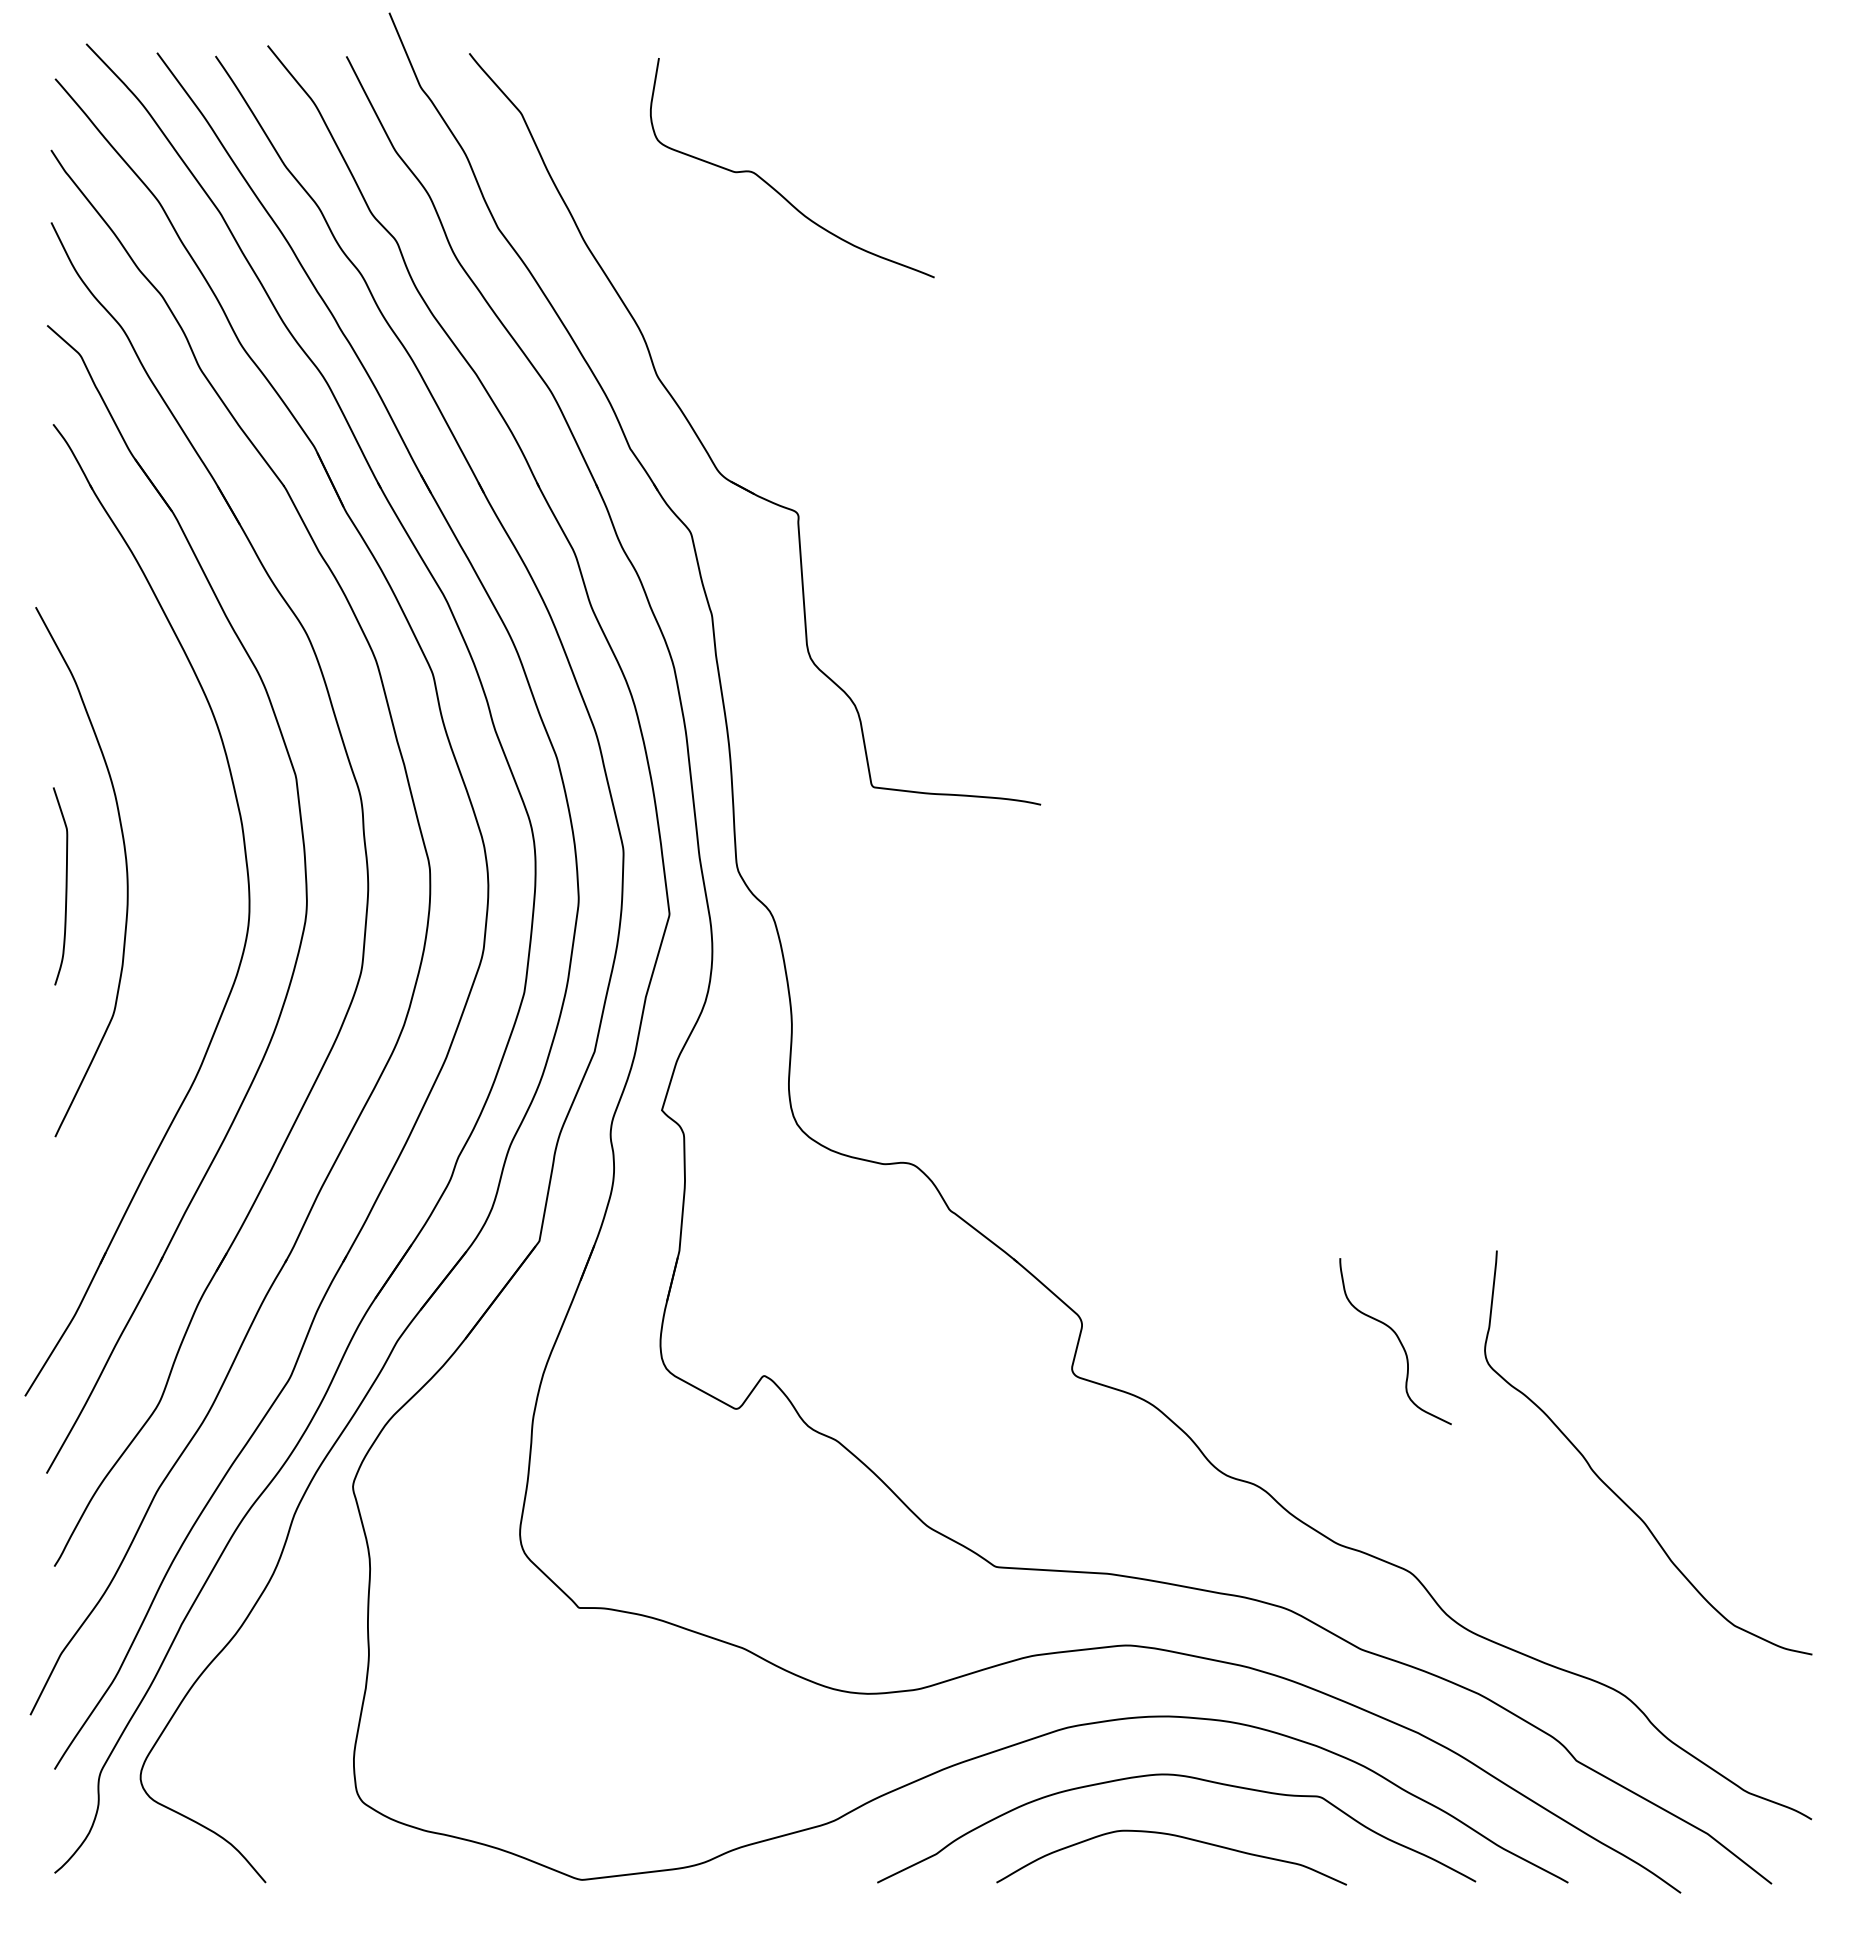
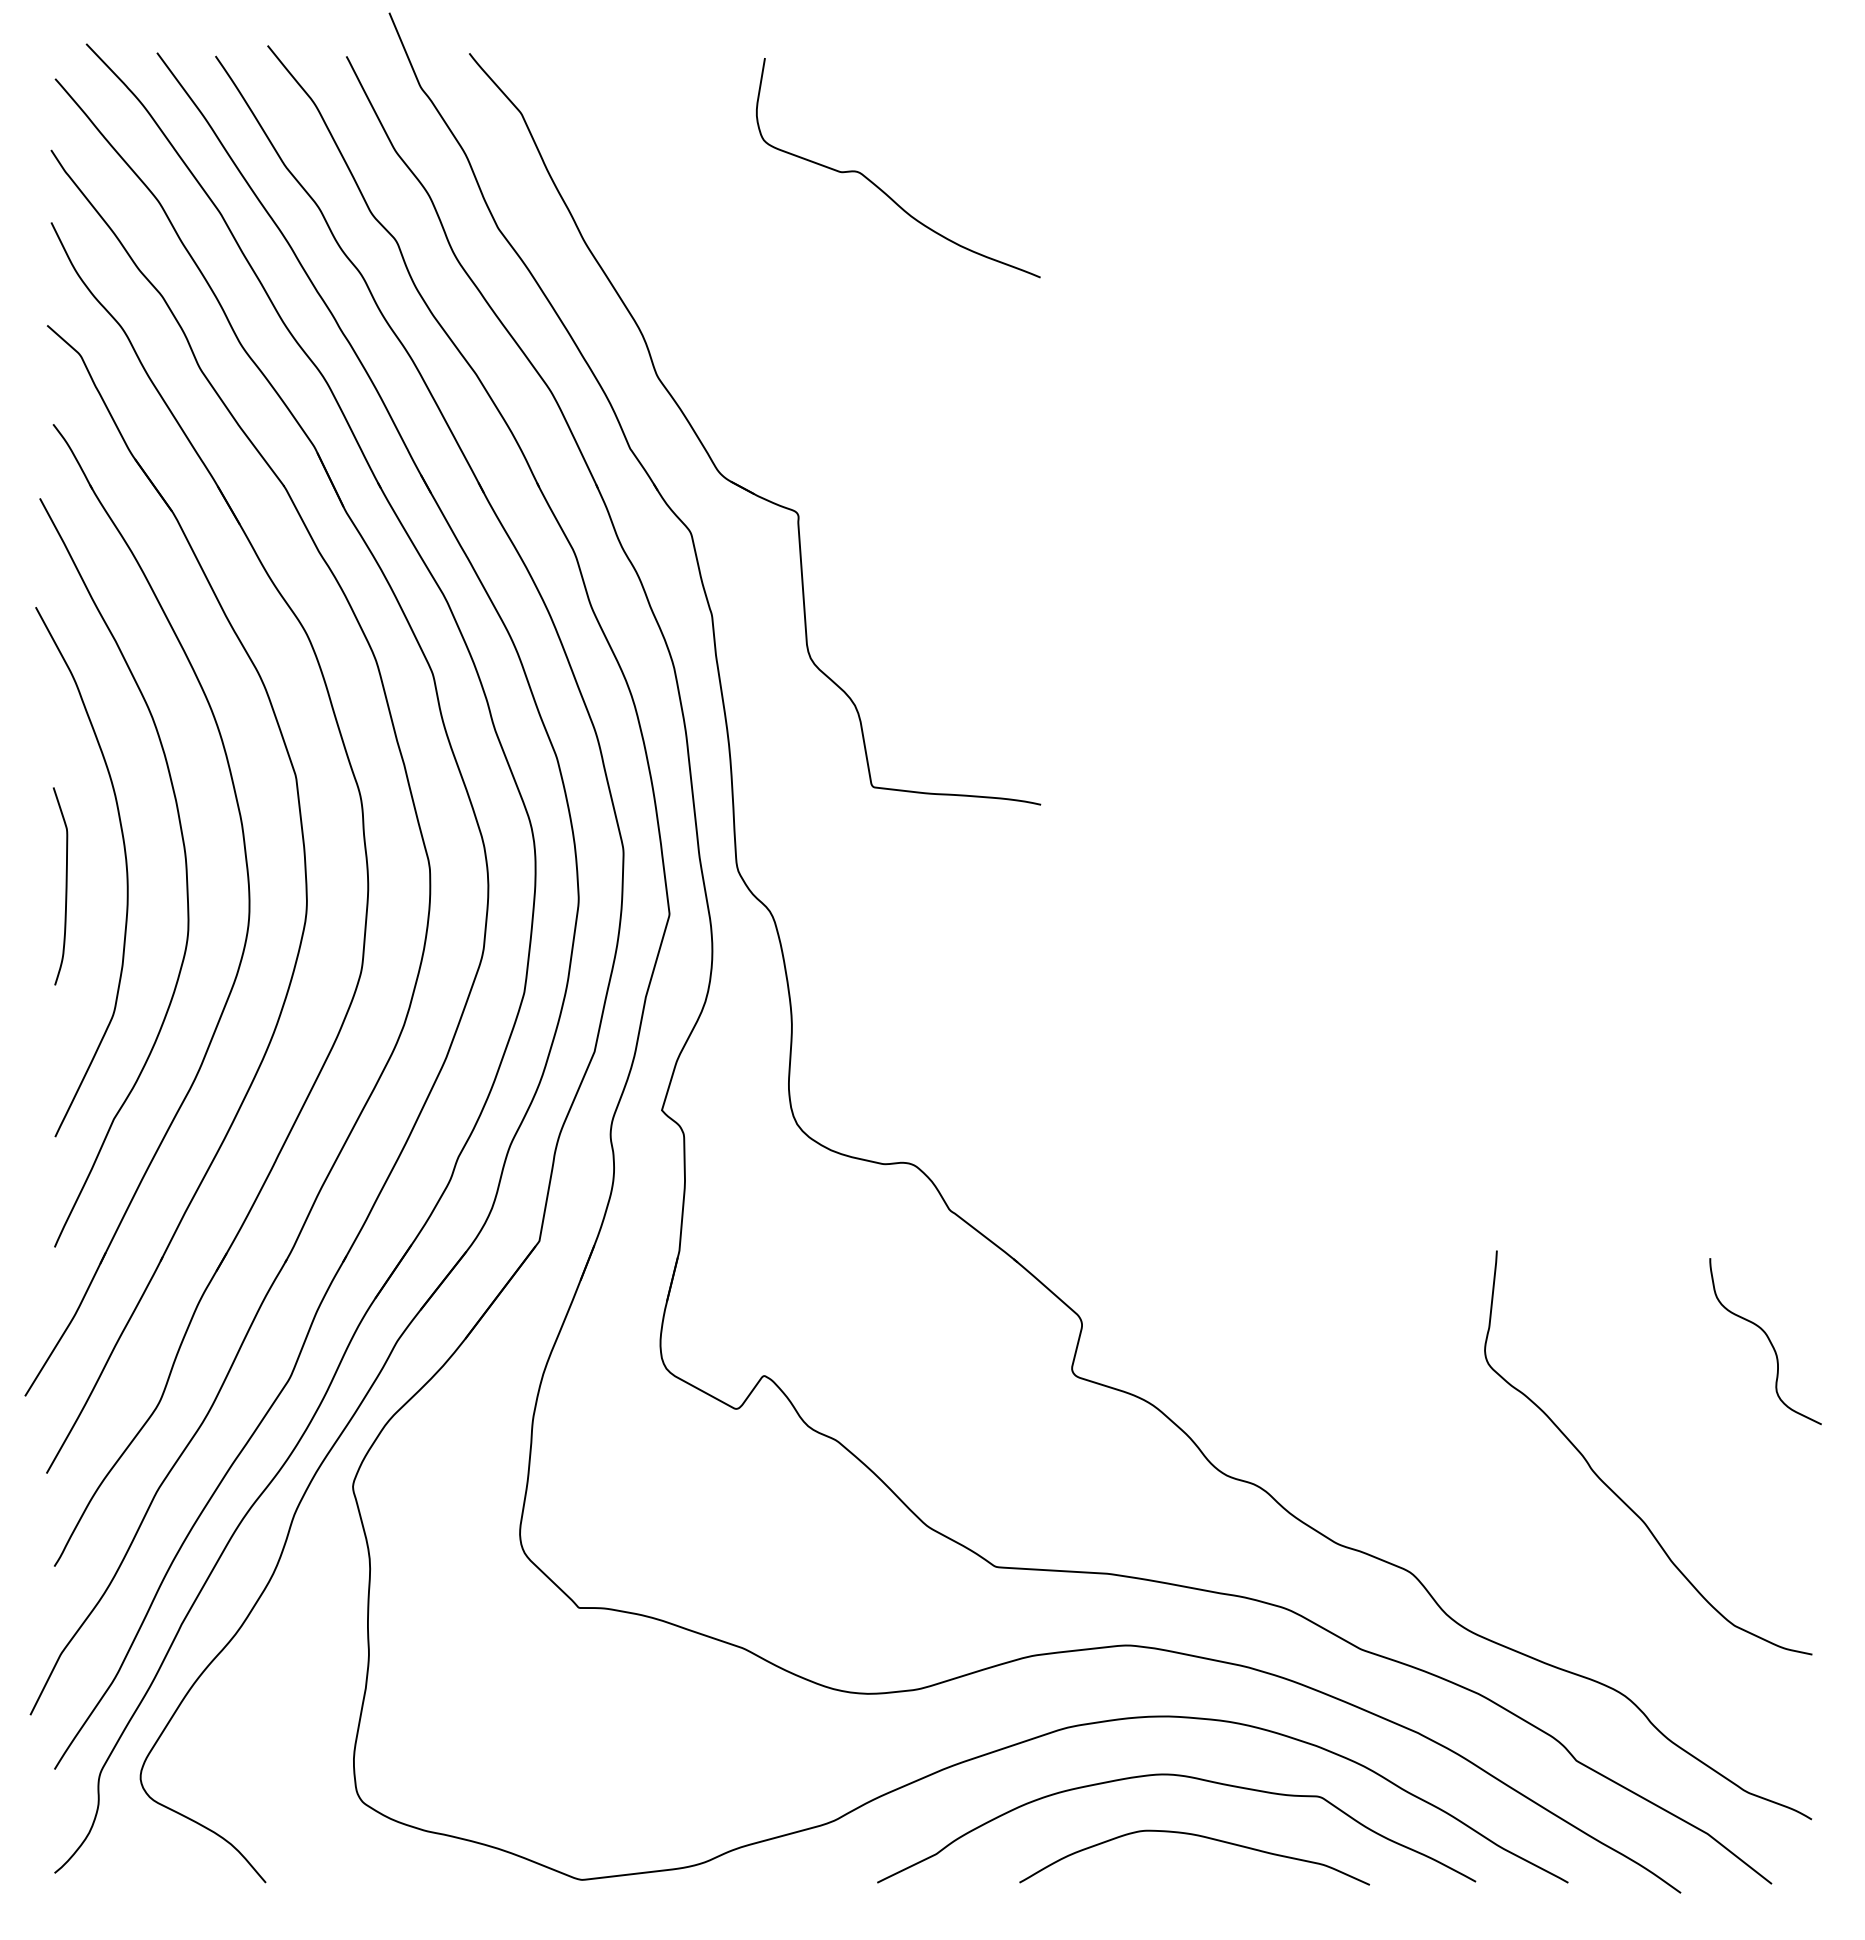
curve at (776, 189) position: (776, 189) -> (882, 189)
curve at (185, 872): none -> present
curve at (1398, 1340) position: (1398, 1340) -> (1768, 1340)
curve at (1173, 1836) position: (1173, 1836) -> (1196, 1836)
